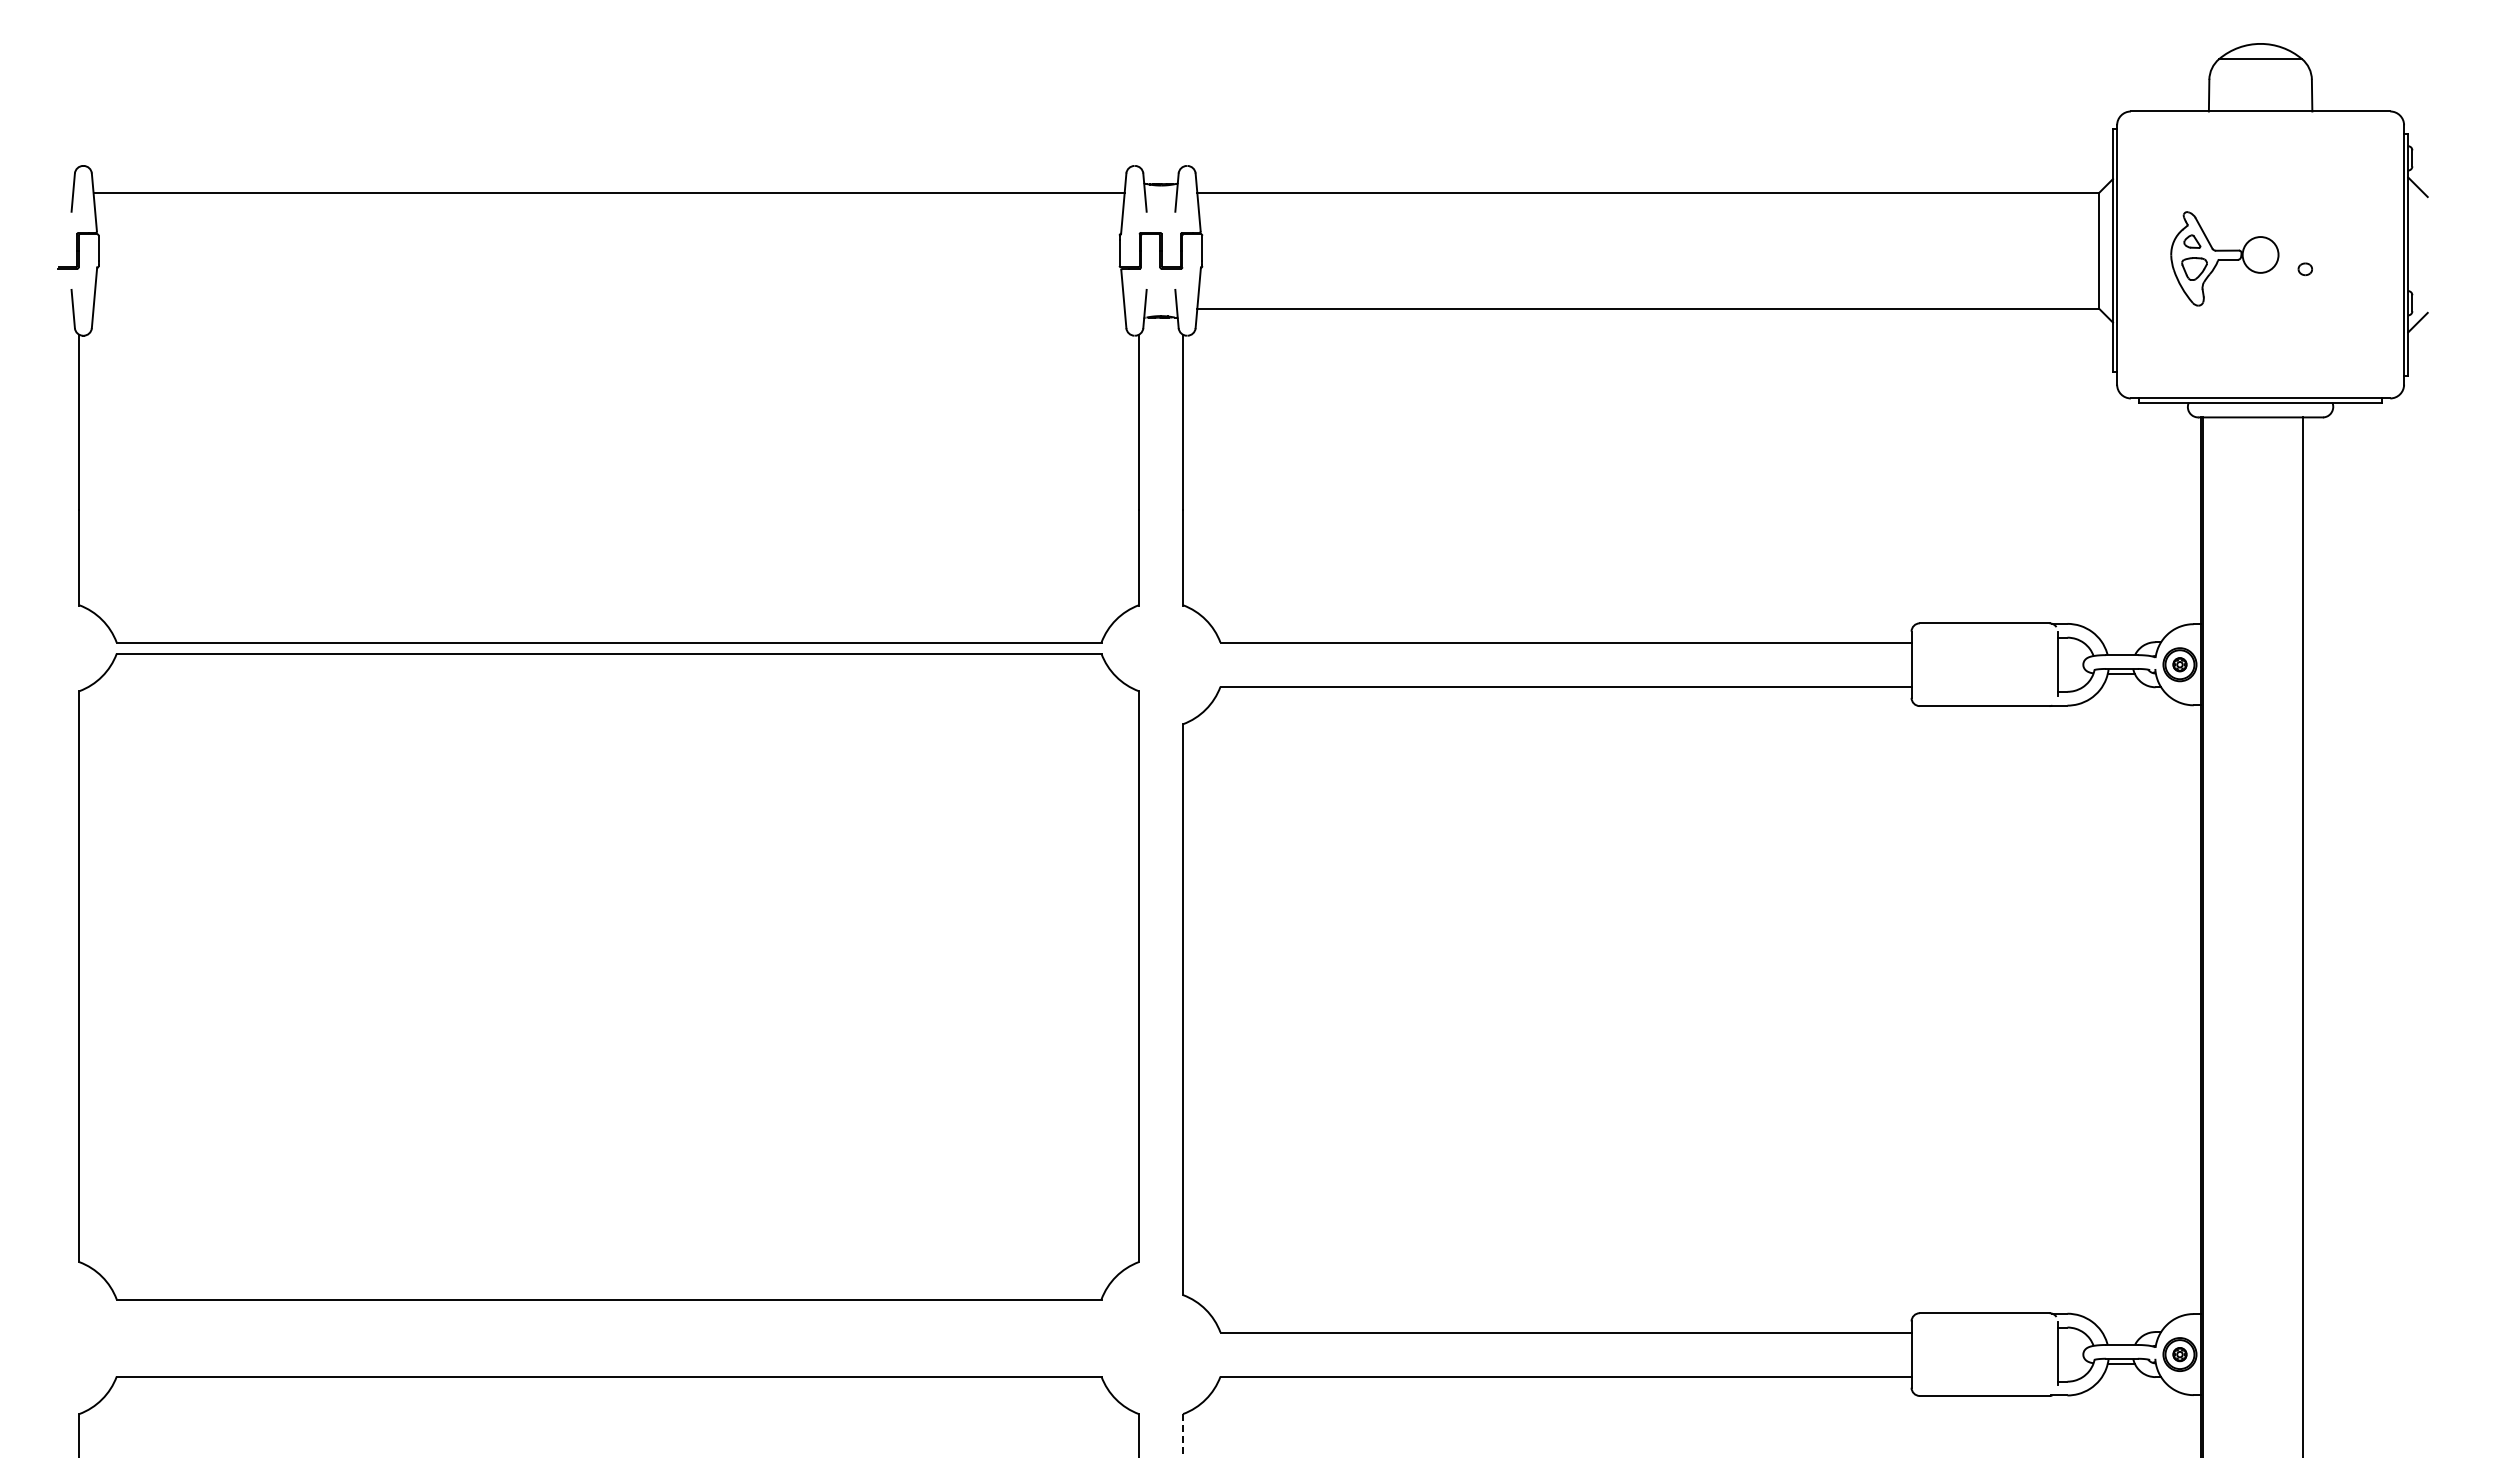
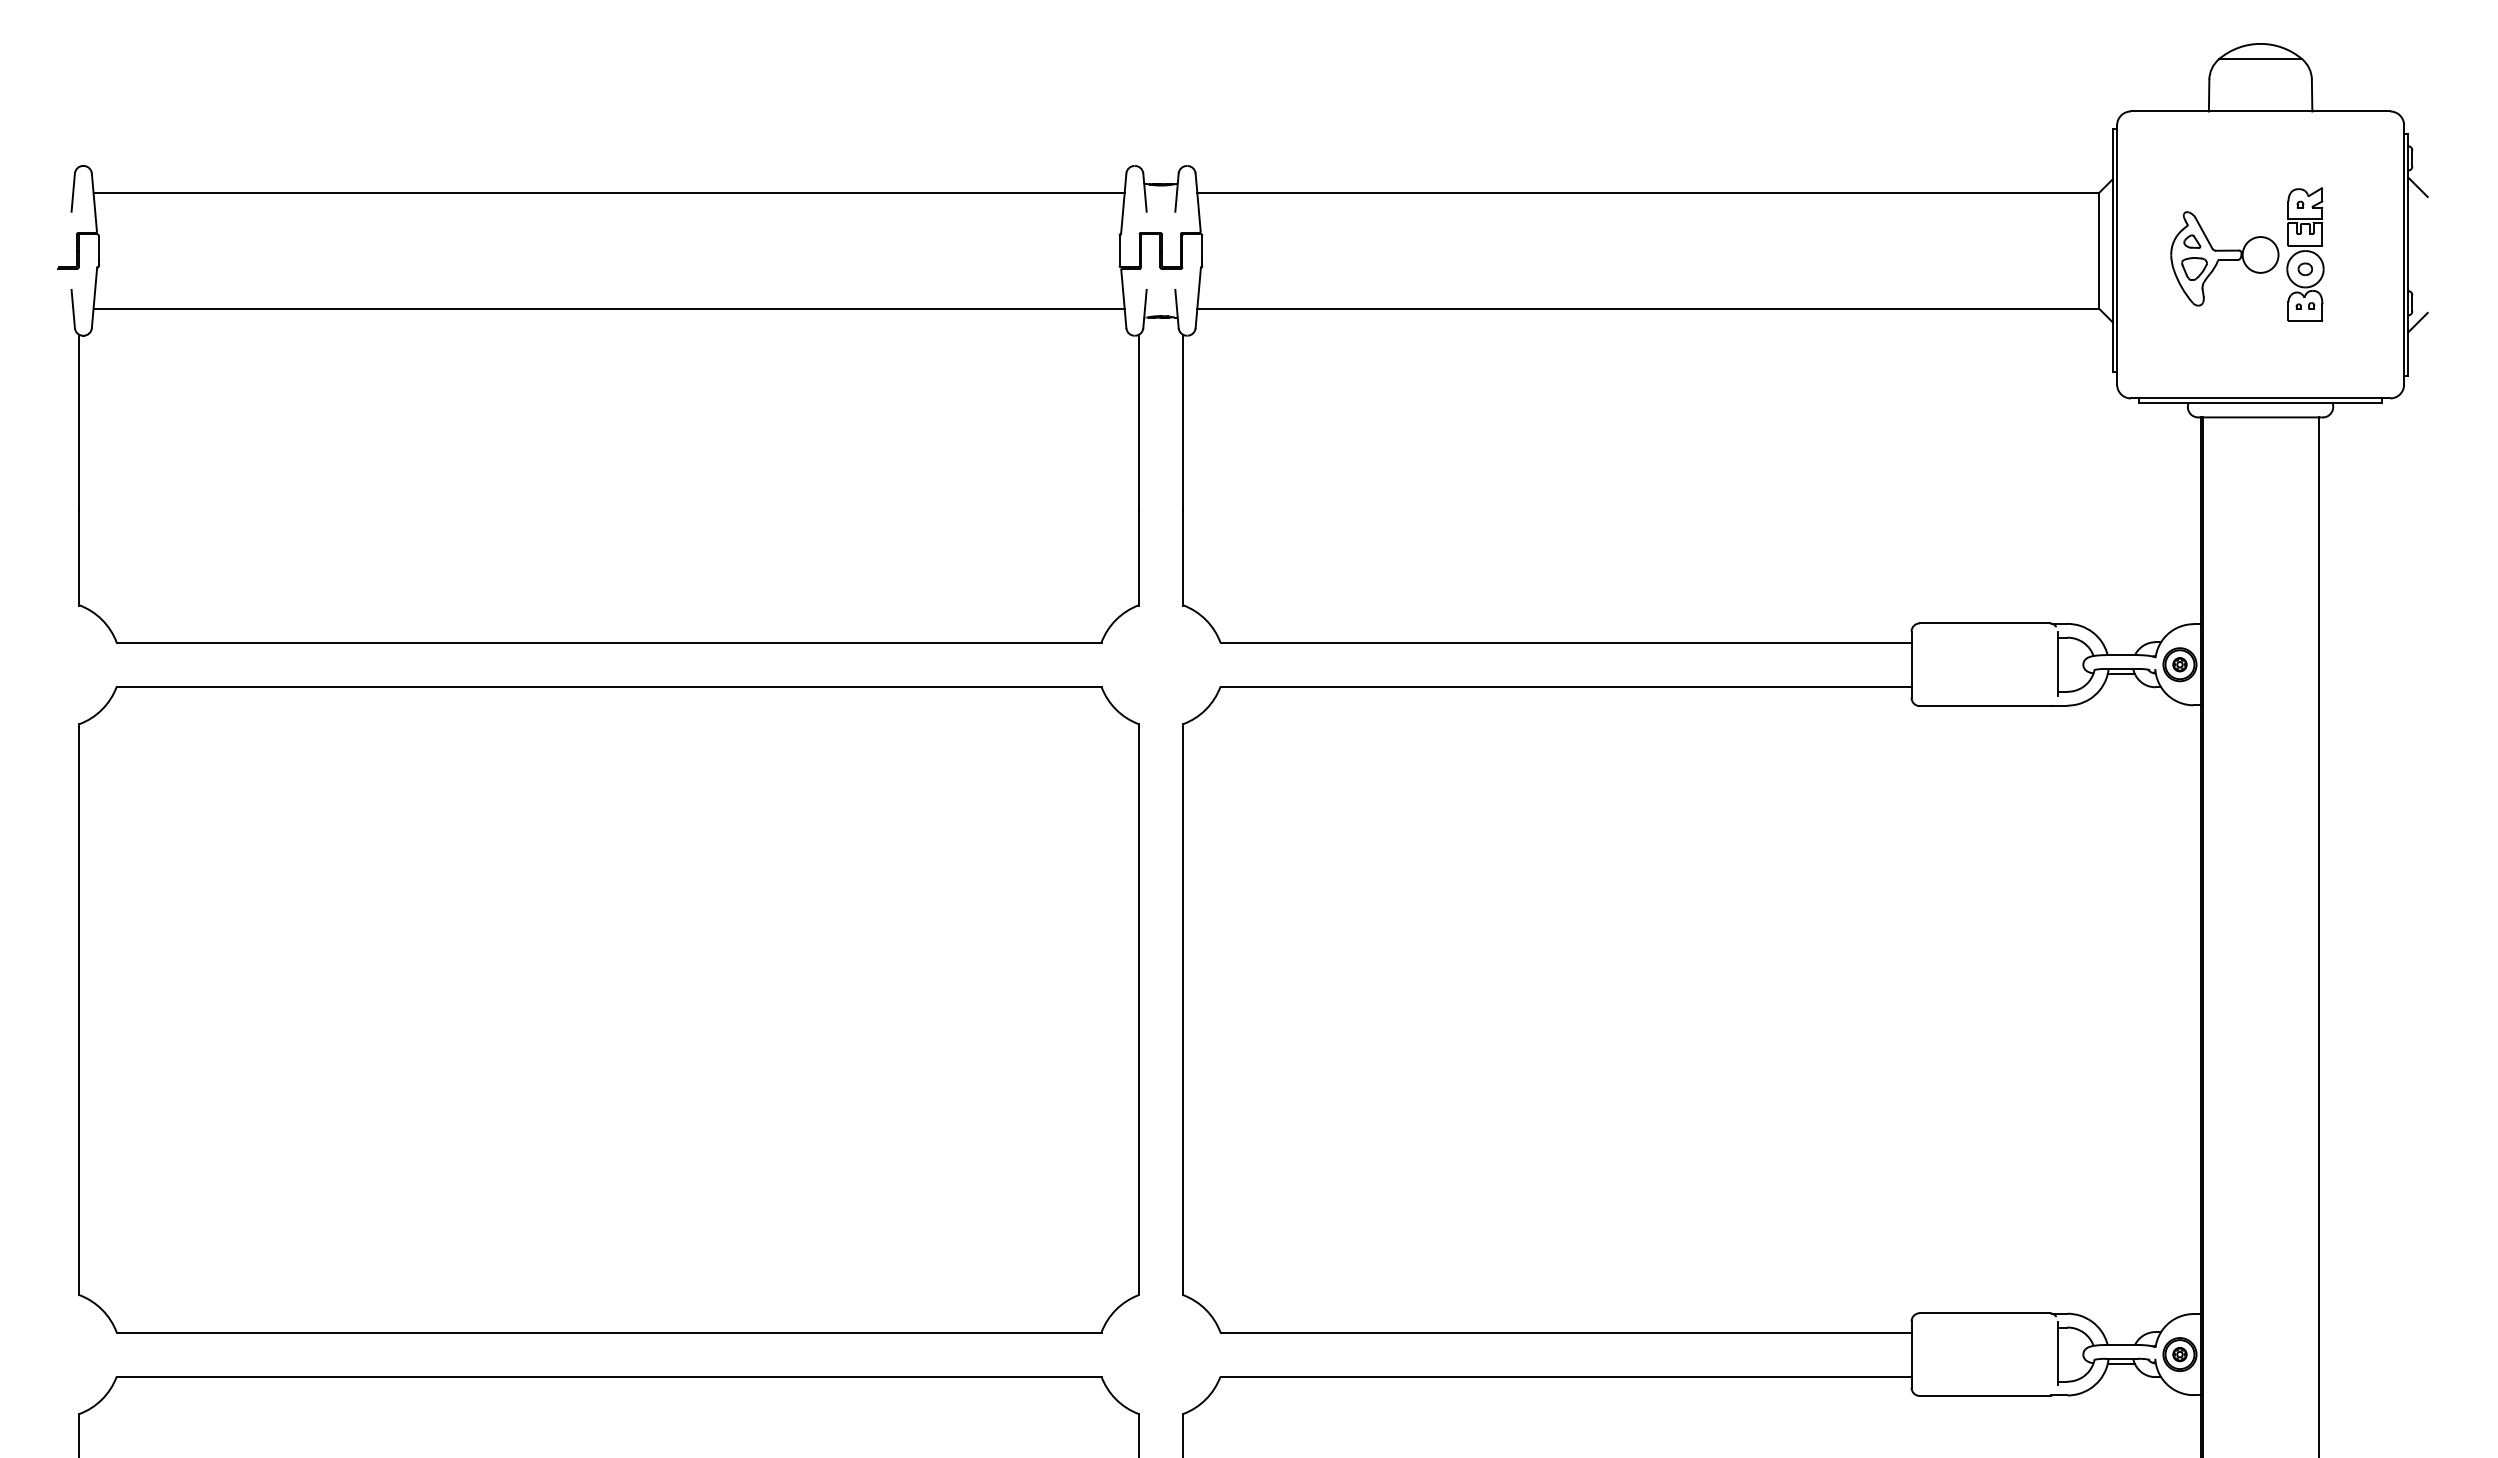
part at (2305, 254): none -> present
line at (608, 308): none -> present
line at (2302, 935) position: (2302, 935) -> (2318, 935)
part at (608, 976) position: (608, 976) -> (608, 1009)
line at (1183, 1436): dashed -> solid
